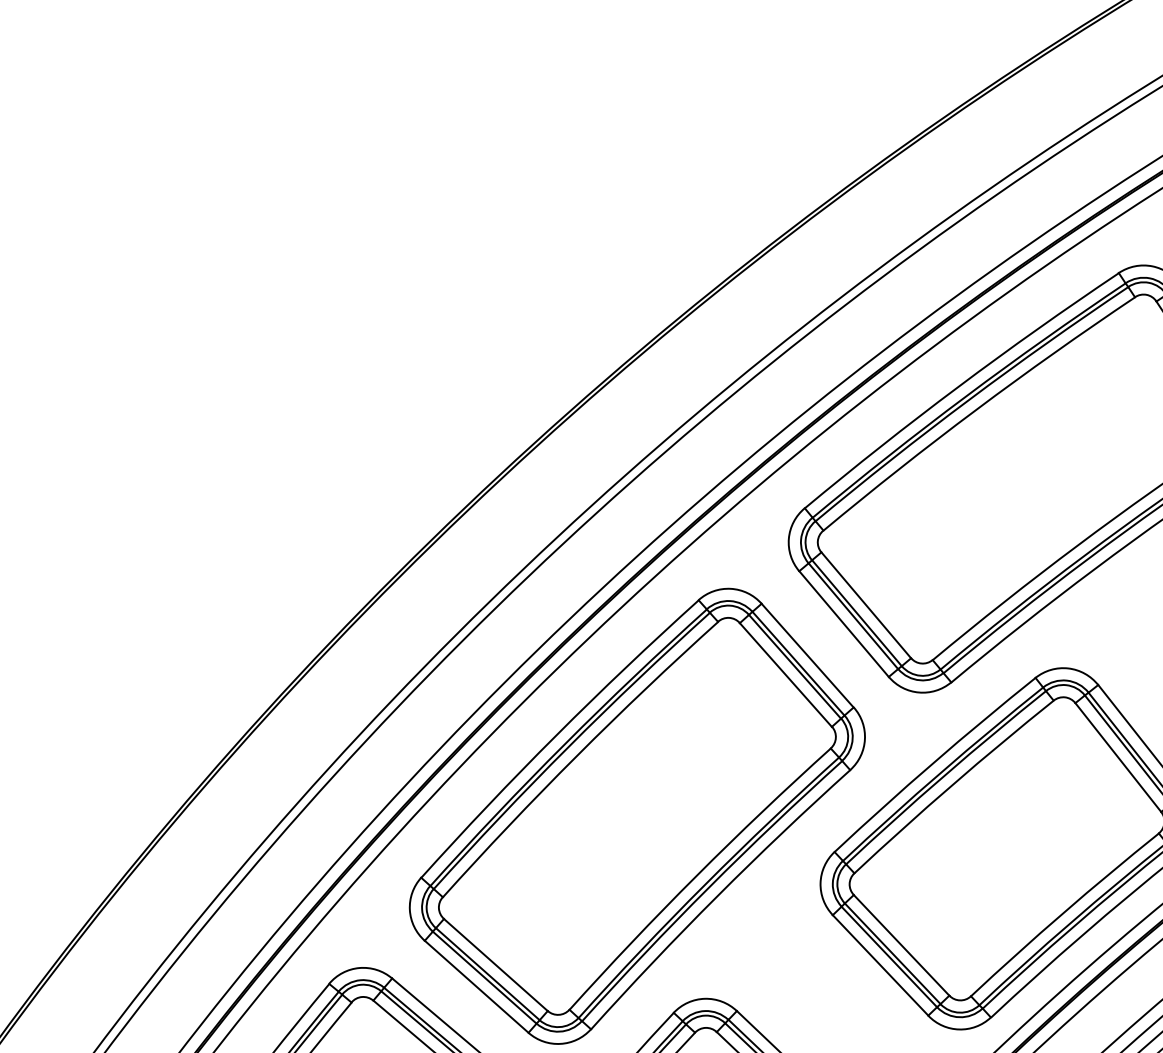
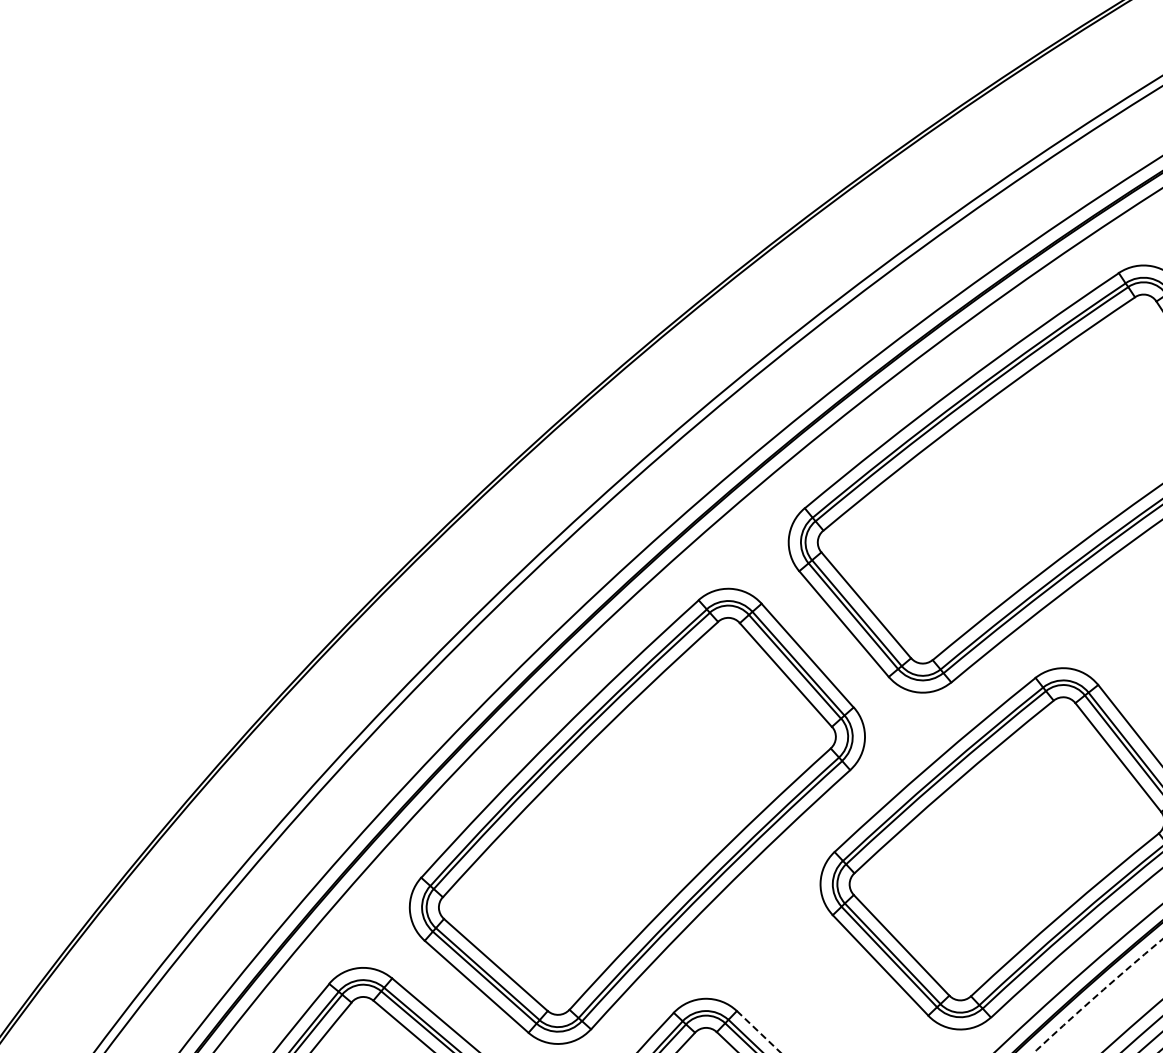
arc at (1097, 994): solid -> dashed
line at (759, 1032): solid -> dashed
